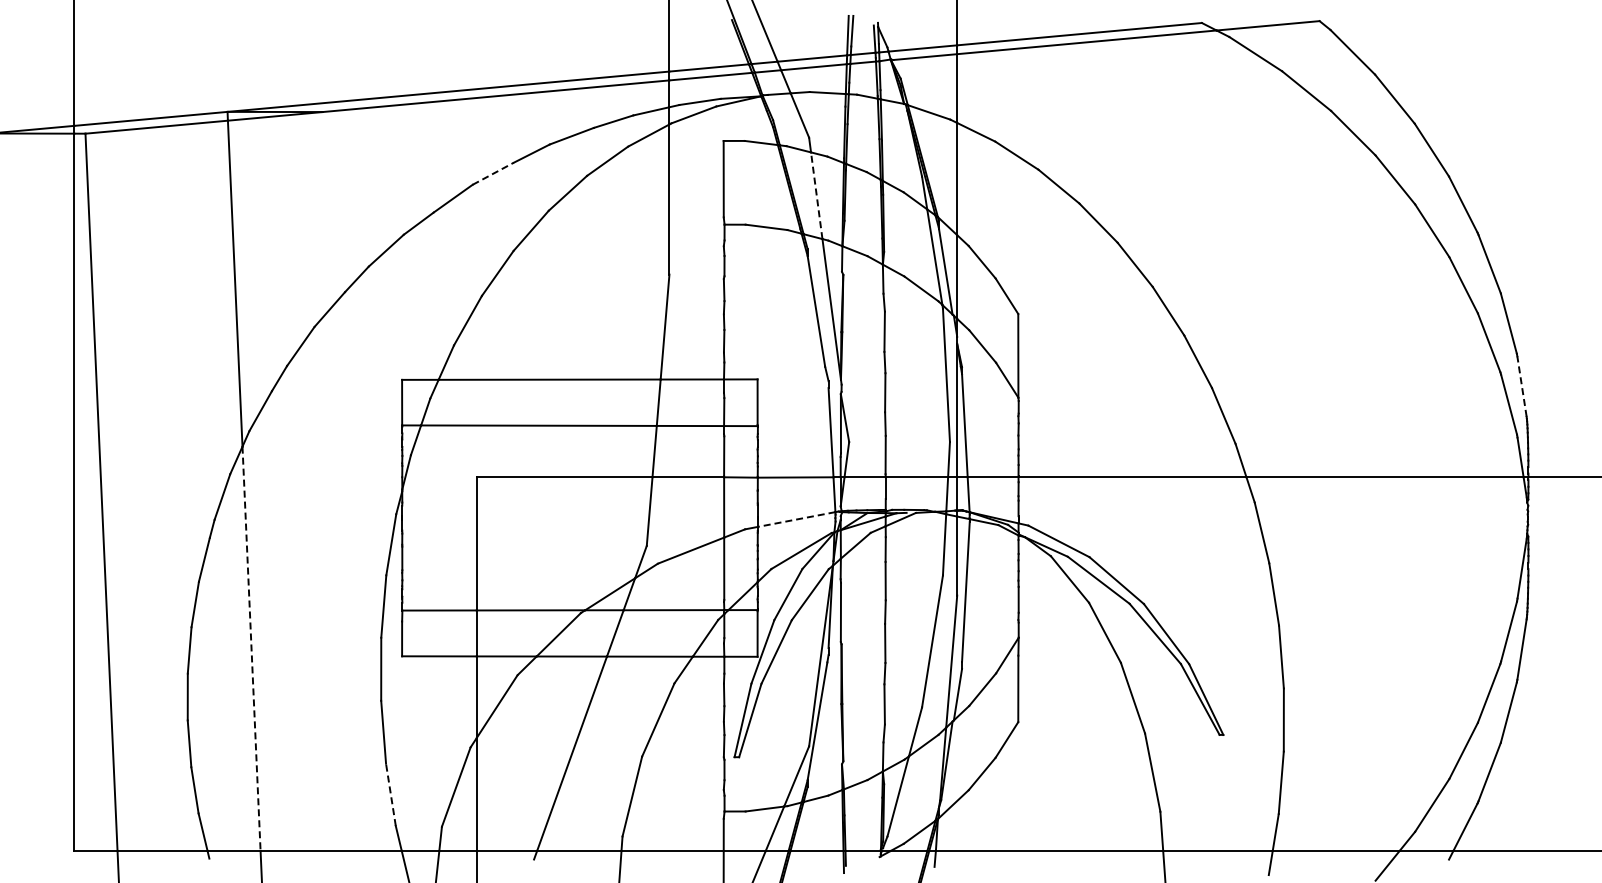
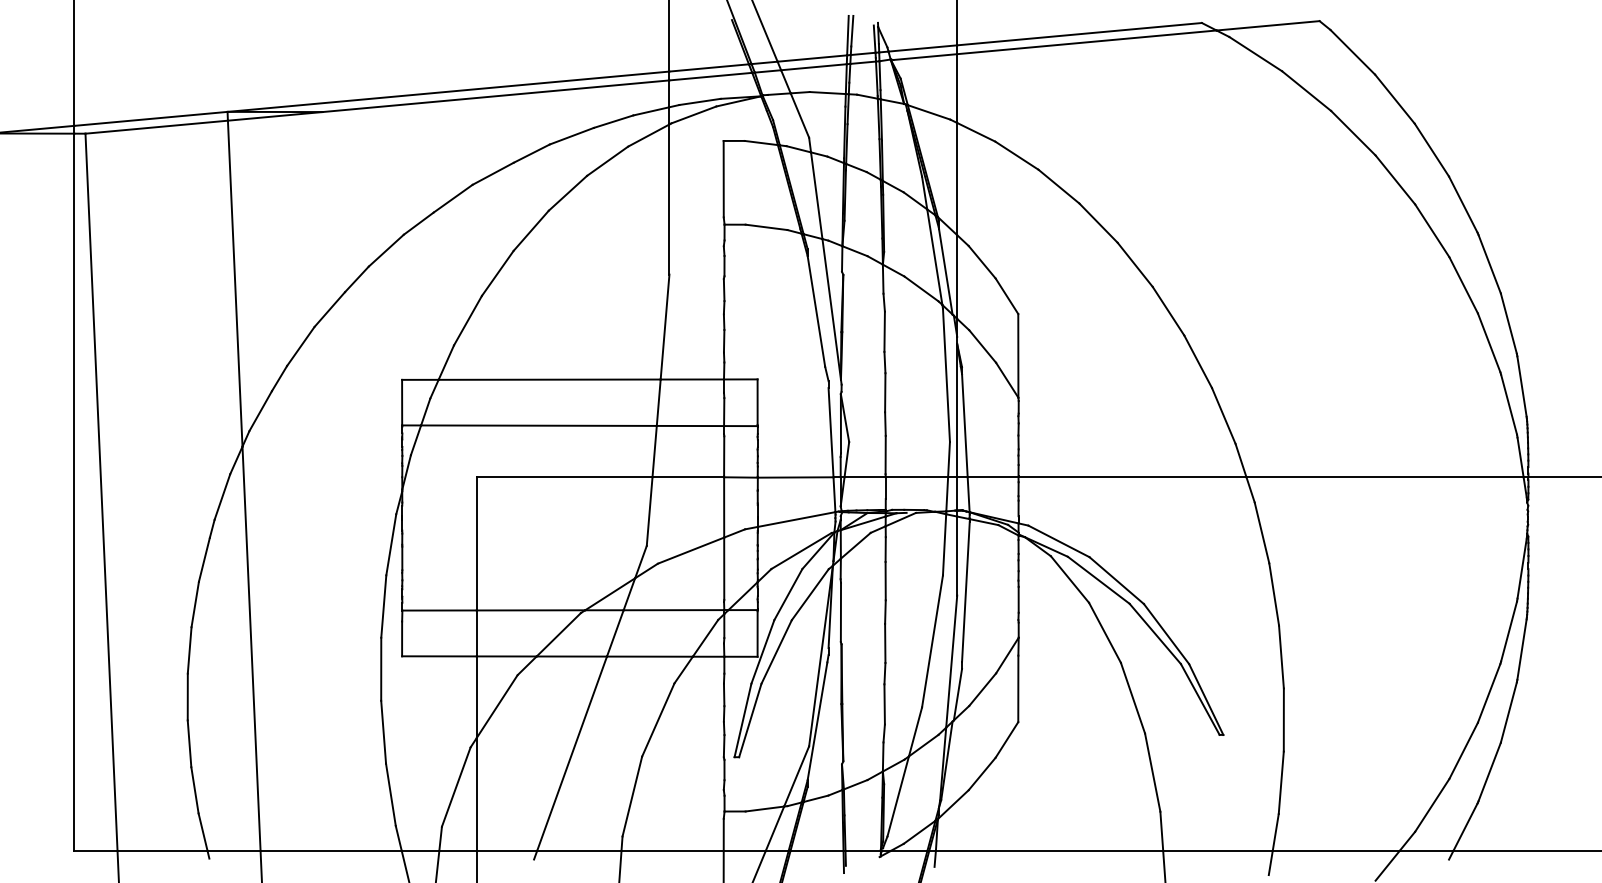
line at (493, 173): dashed -> solid
line at (816, 195): dashed -> solid
line at (1522, 386): dashed -> solid
line at (796, 519): dashed -> solid
line at (251, 649): dashed -> solid
line at (390, 794): dashed -> solid
